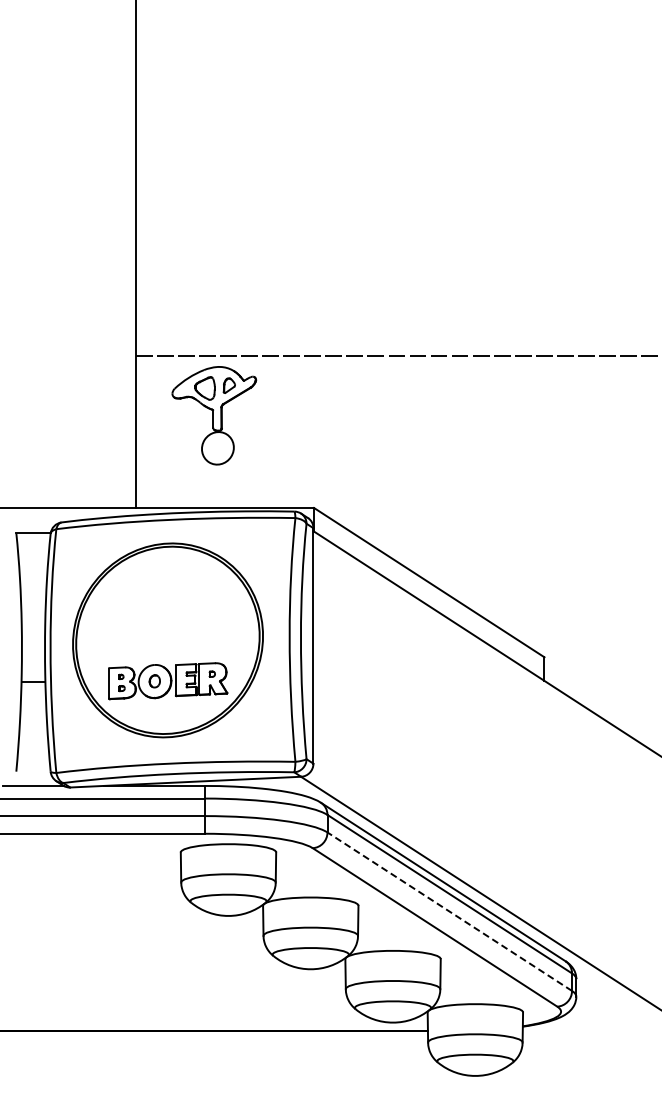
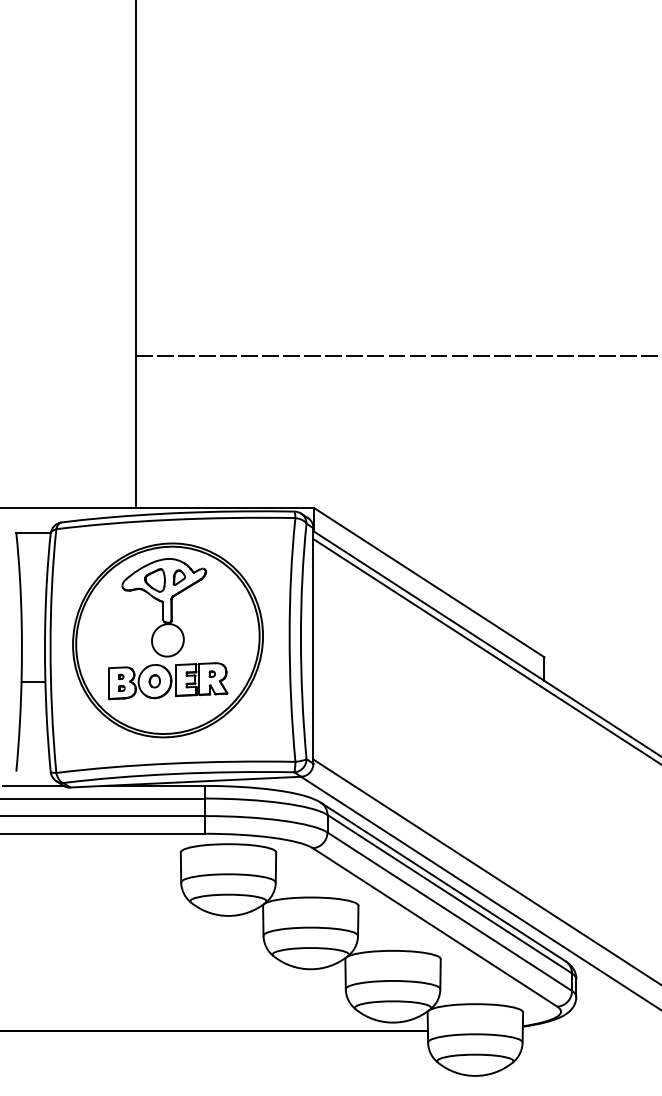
part at (214, 415) position: (214, 415) -> (164, 607)
line at (485, 650): none -> present
line at (485, 871): none -> present
line at (449, 911): dashed -> solid
